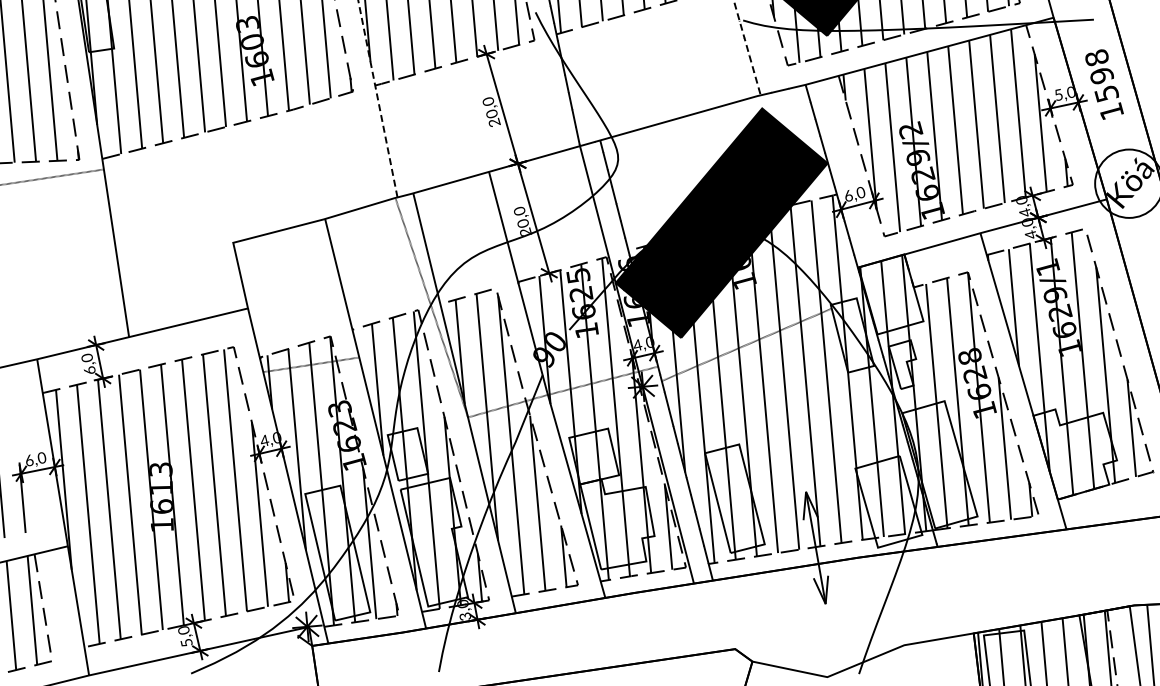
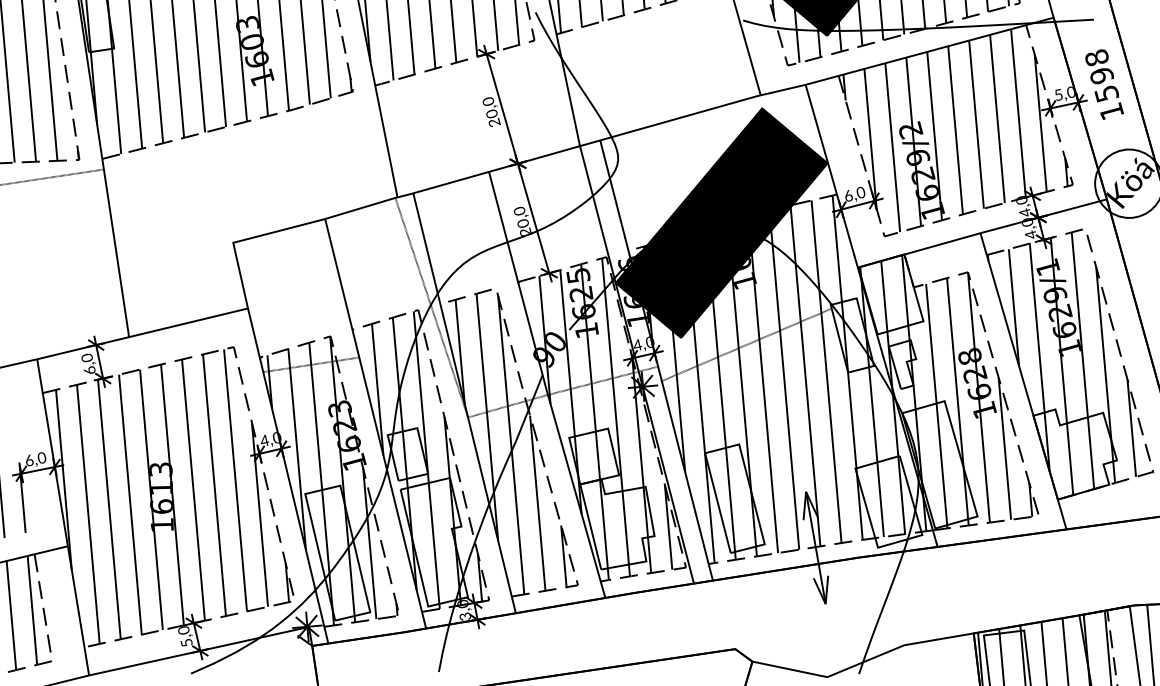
line at (747, 48): dashed -> solid
line at (377, 98): dashed -> solid
